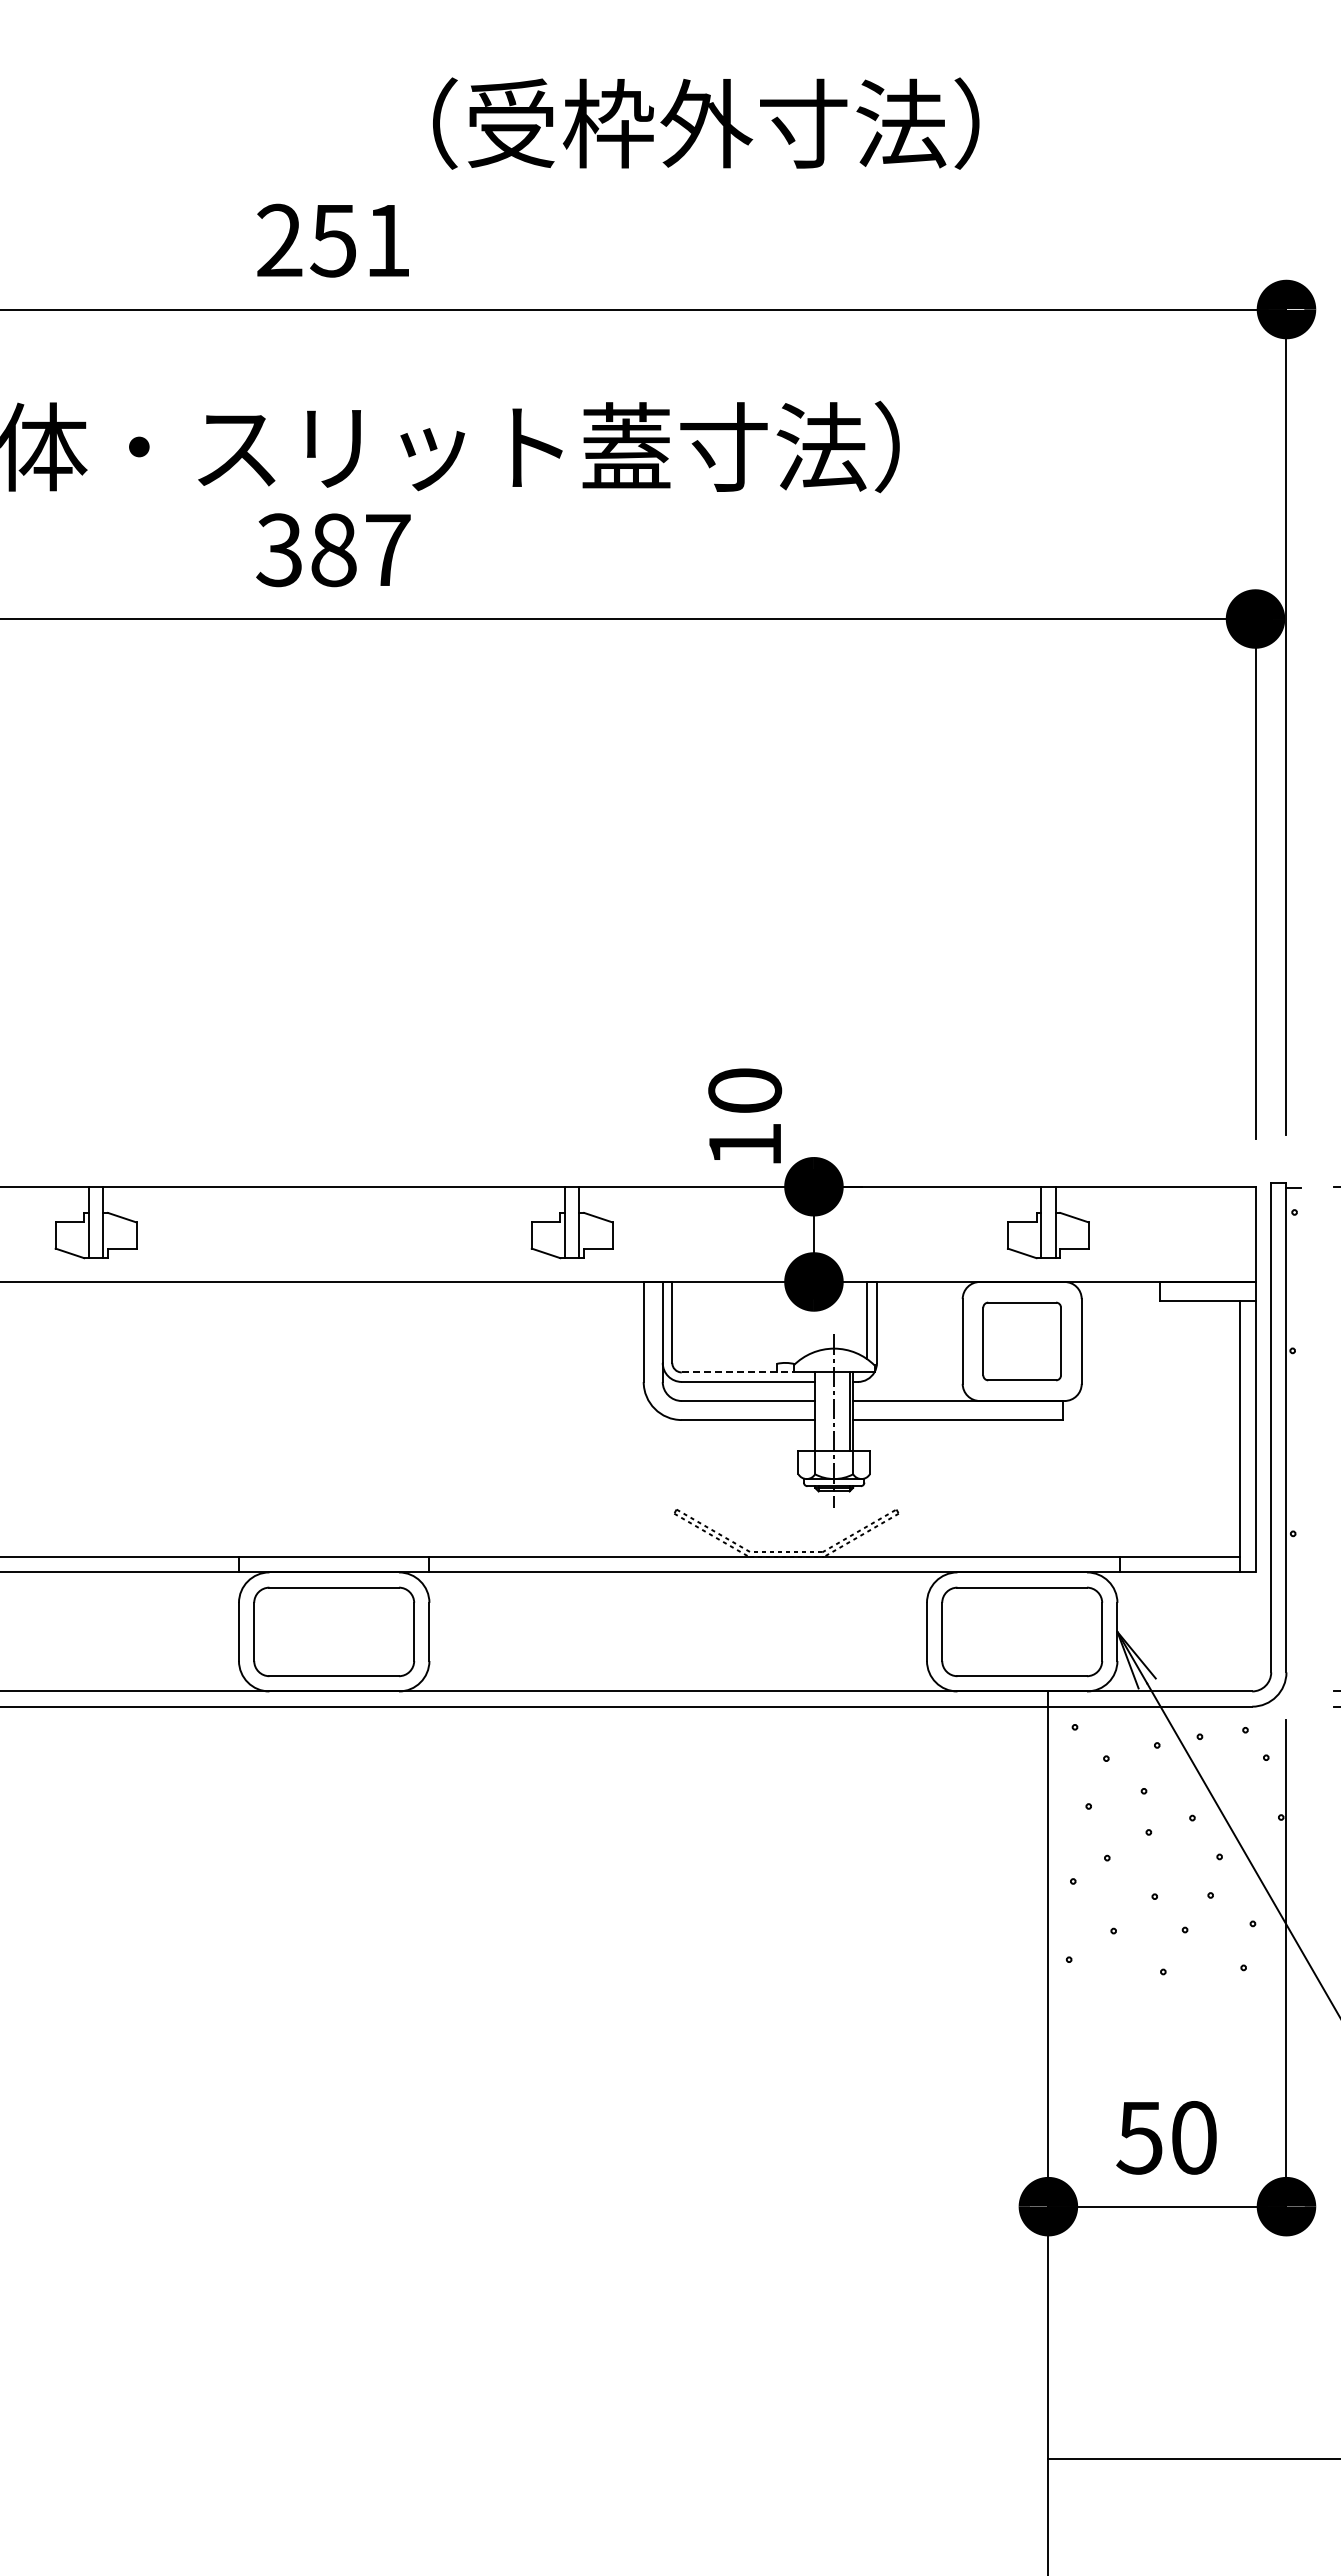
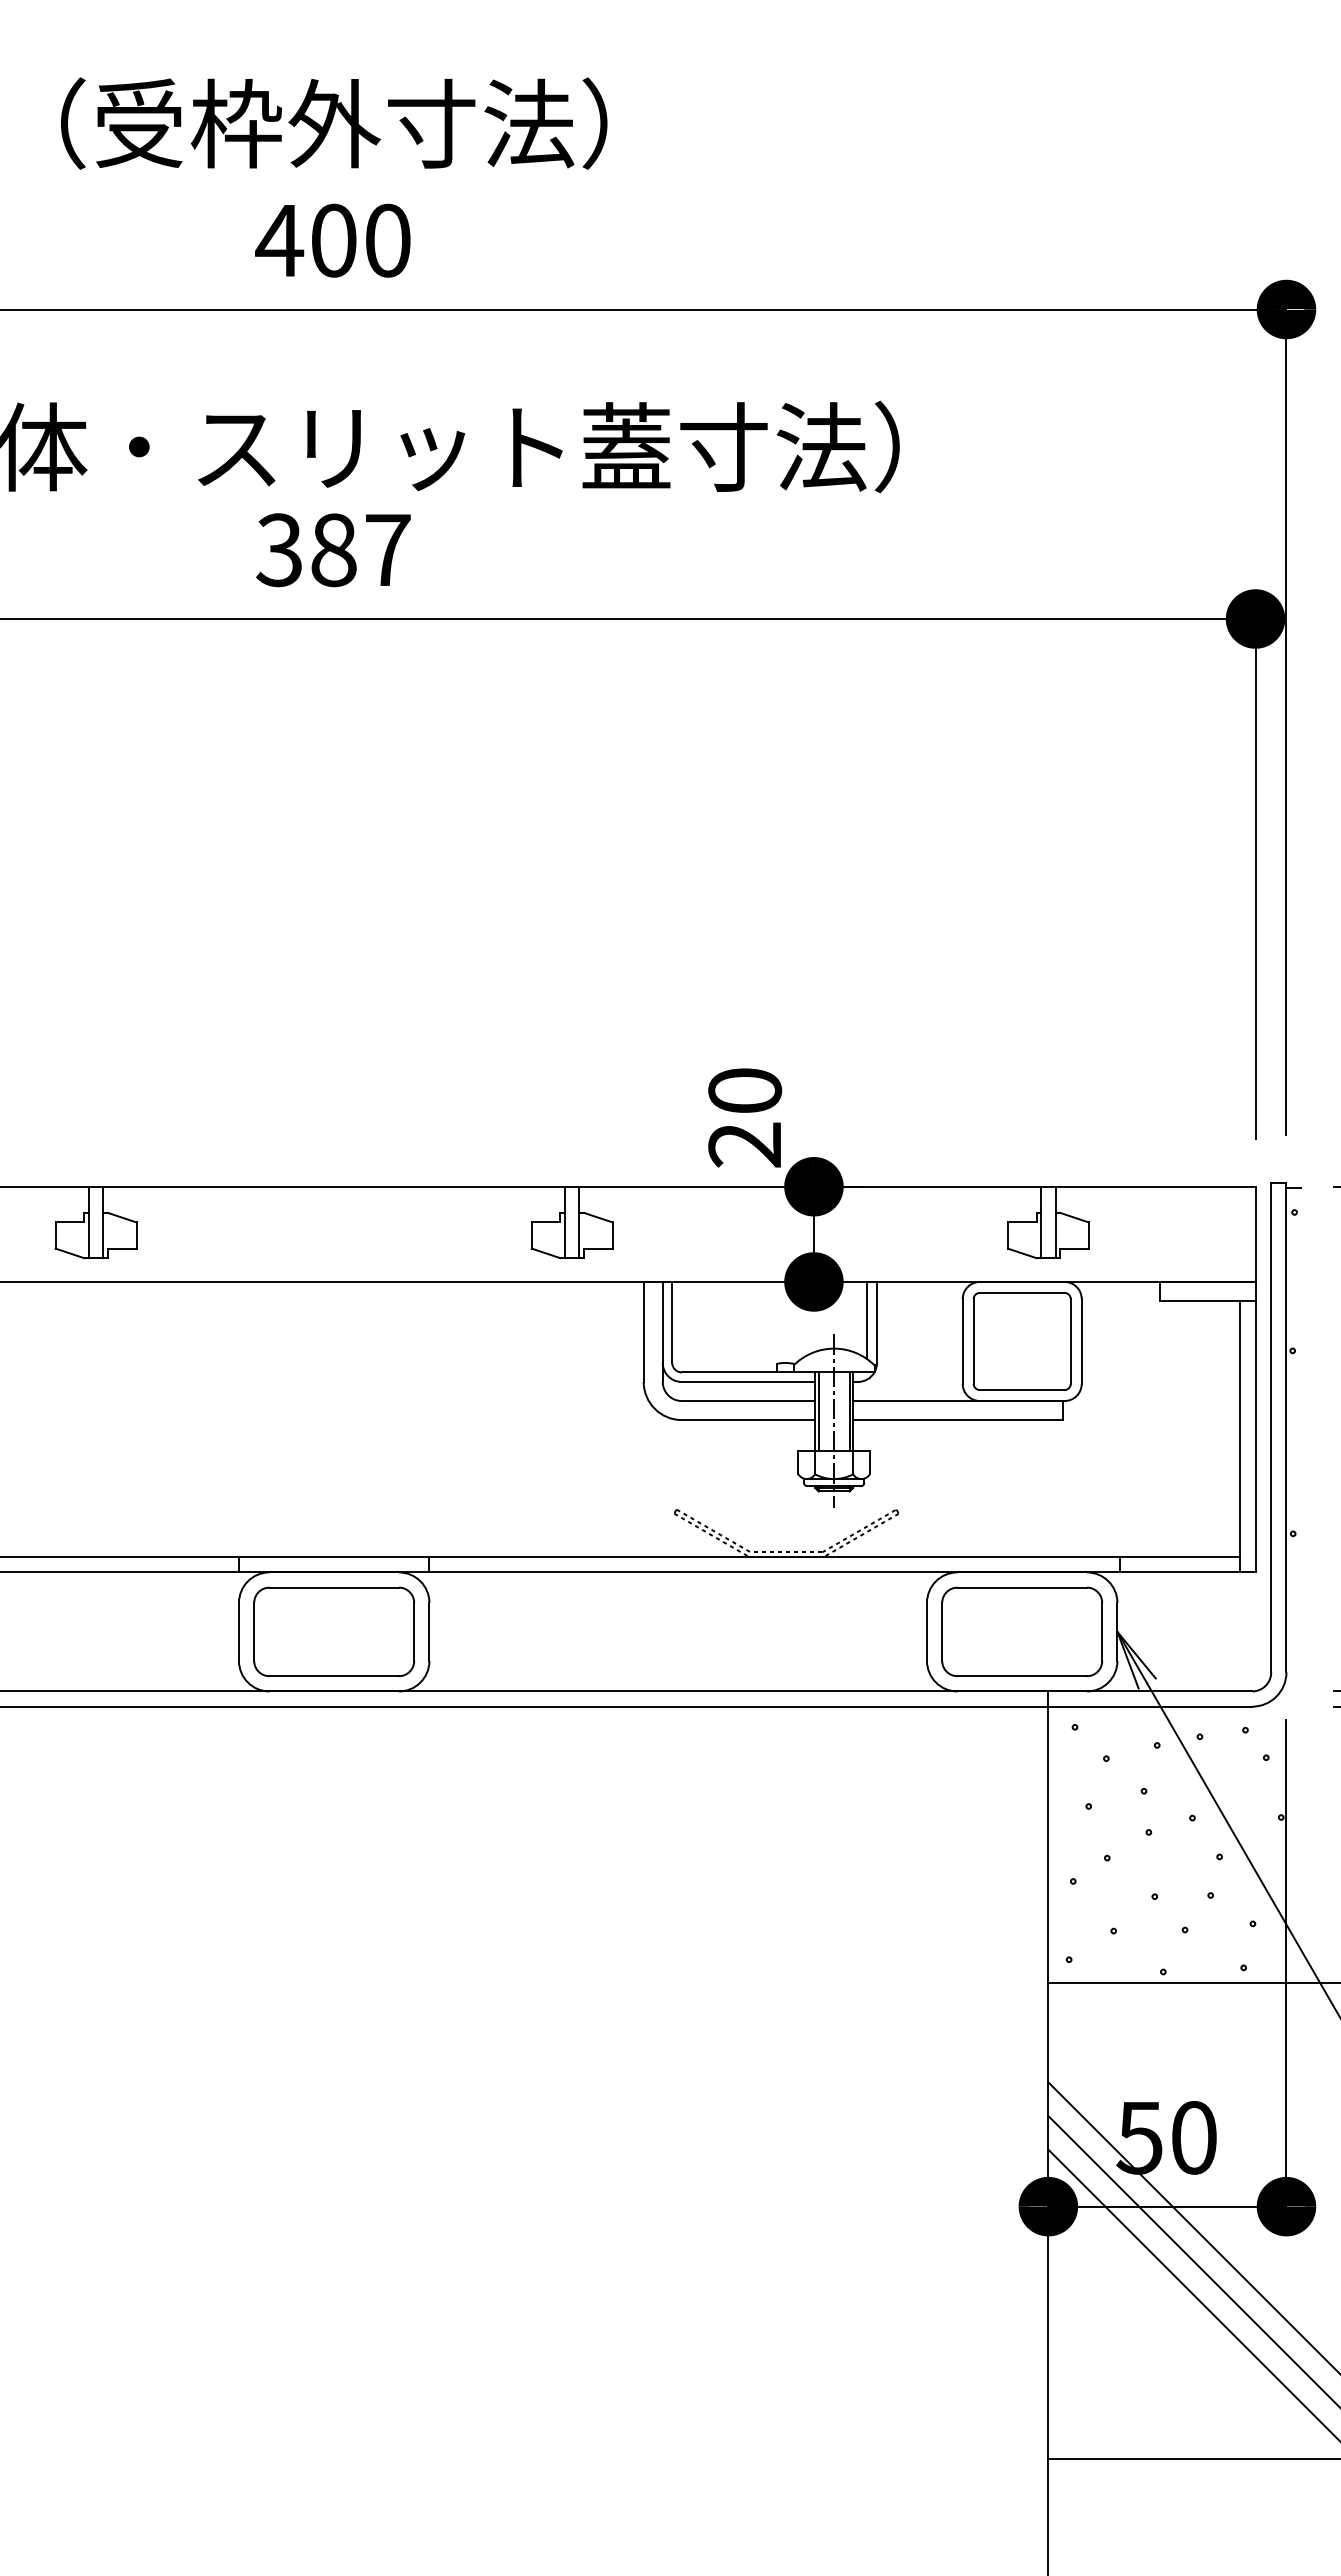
text at (706, 123) position: (706, 123) -> (334, 123)
text at (332, 240): 251 -> 400
text at (744, 1144): 10 -> 20
part at (1021, 1341) size: 80x81 px -> 100x99 px
line at (738, 1372): dashed -> solid
line at (818, 1411): none -> present
line at (1192, 1982): none -> present
line at (1192, 2226): none -> present
line at (1192, 2260): none -> present
line at (1192, 2294): none -> present
